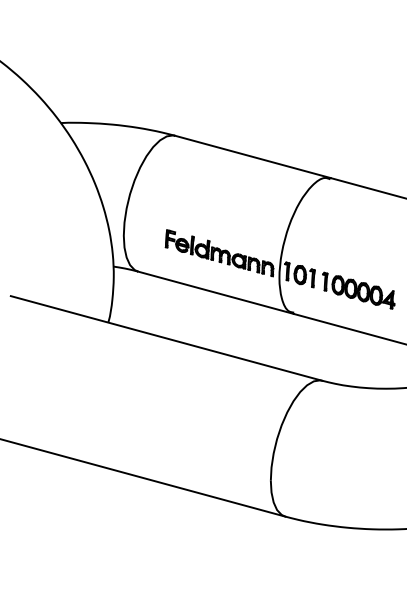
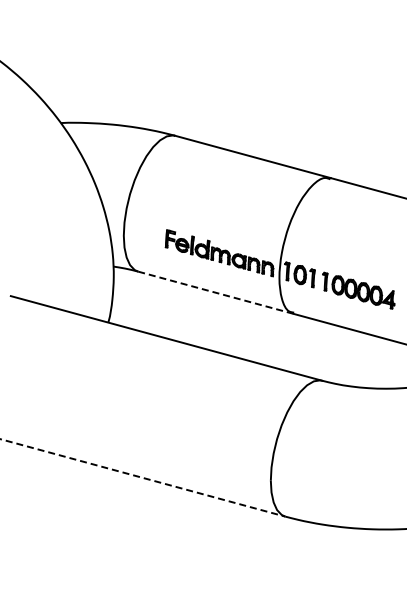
line at (216, 292): solid -> dashed
line at (143, 478): solid -> dashed
